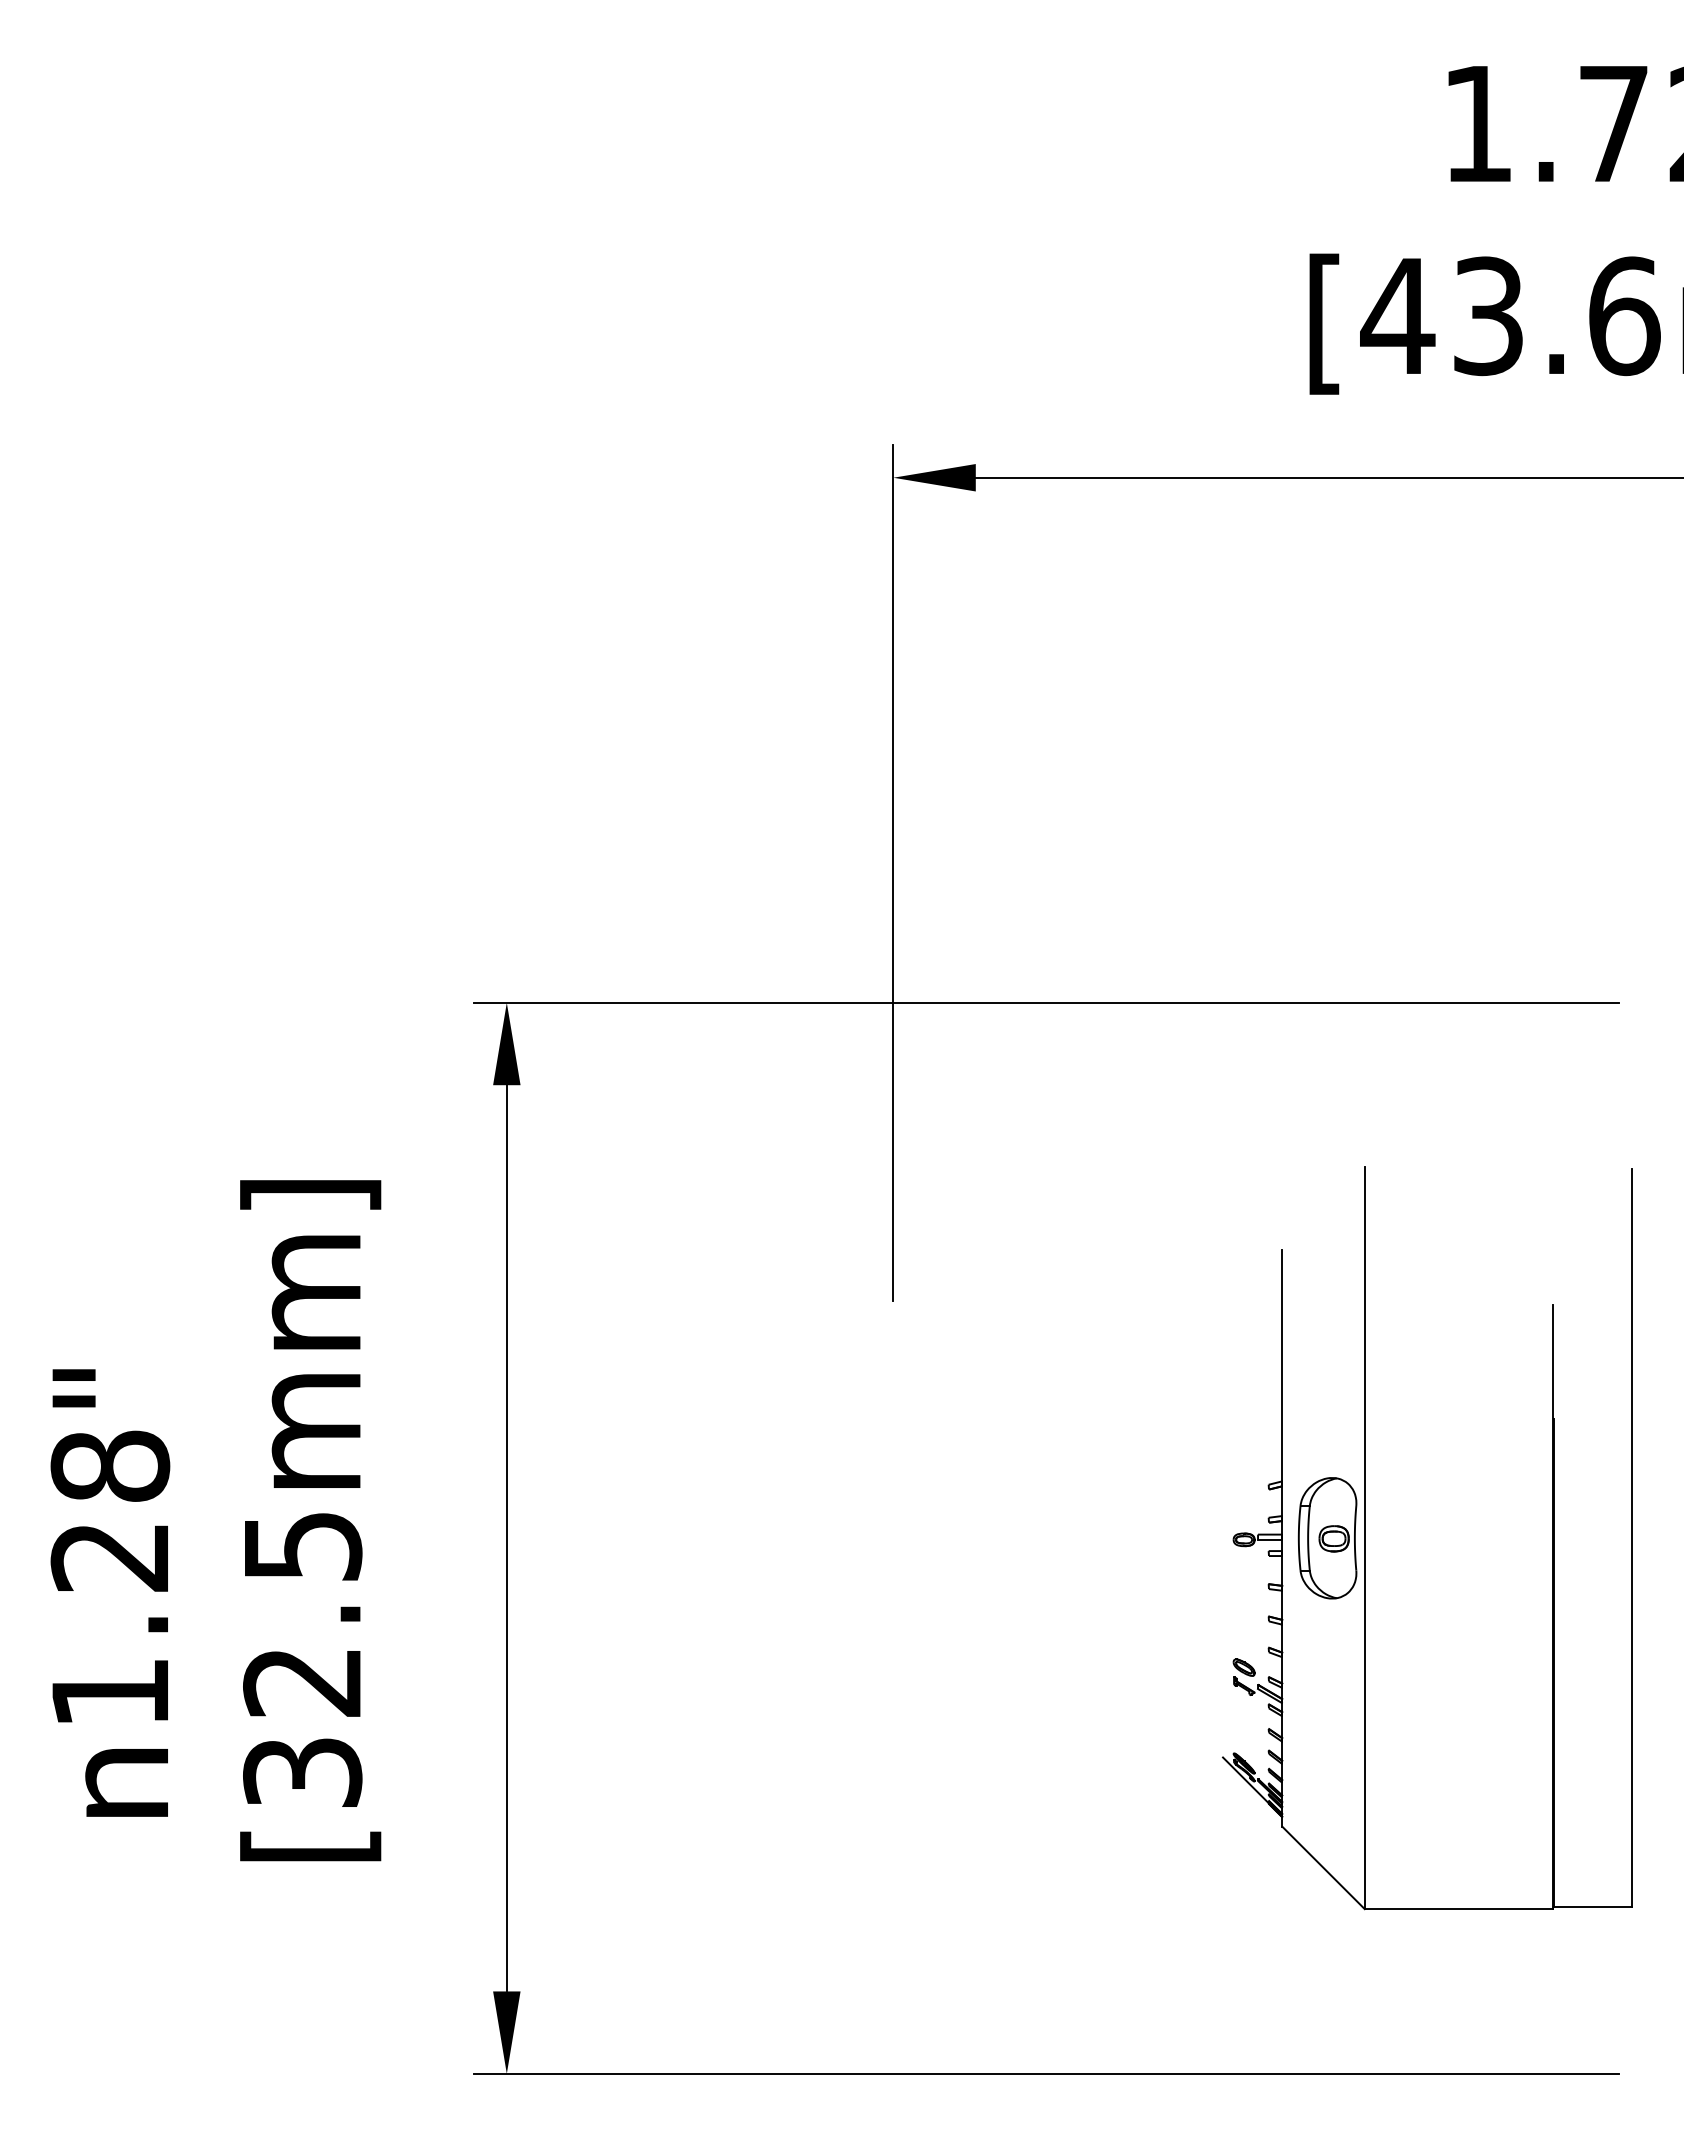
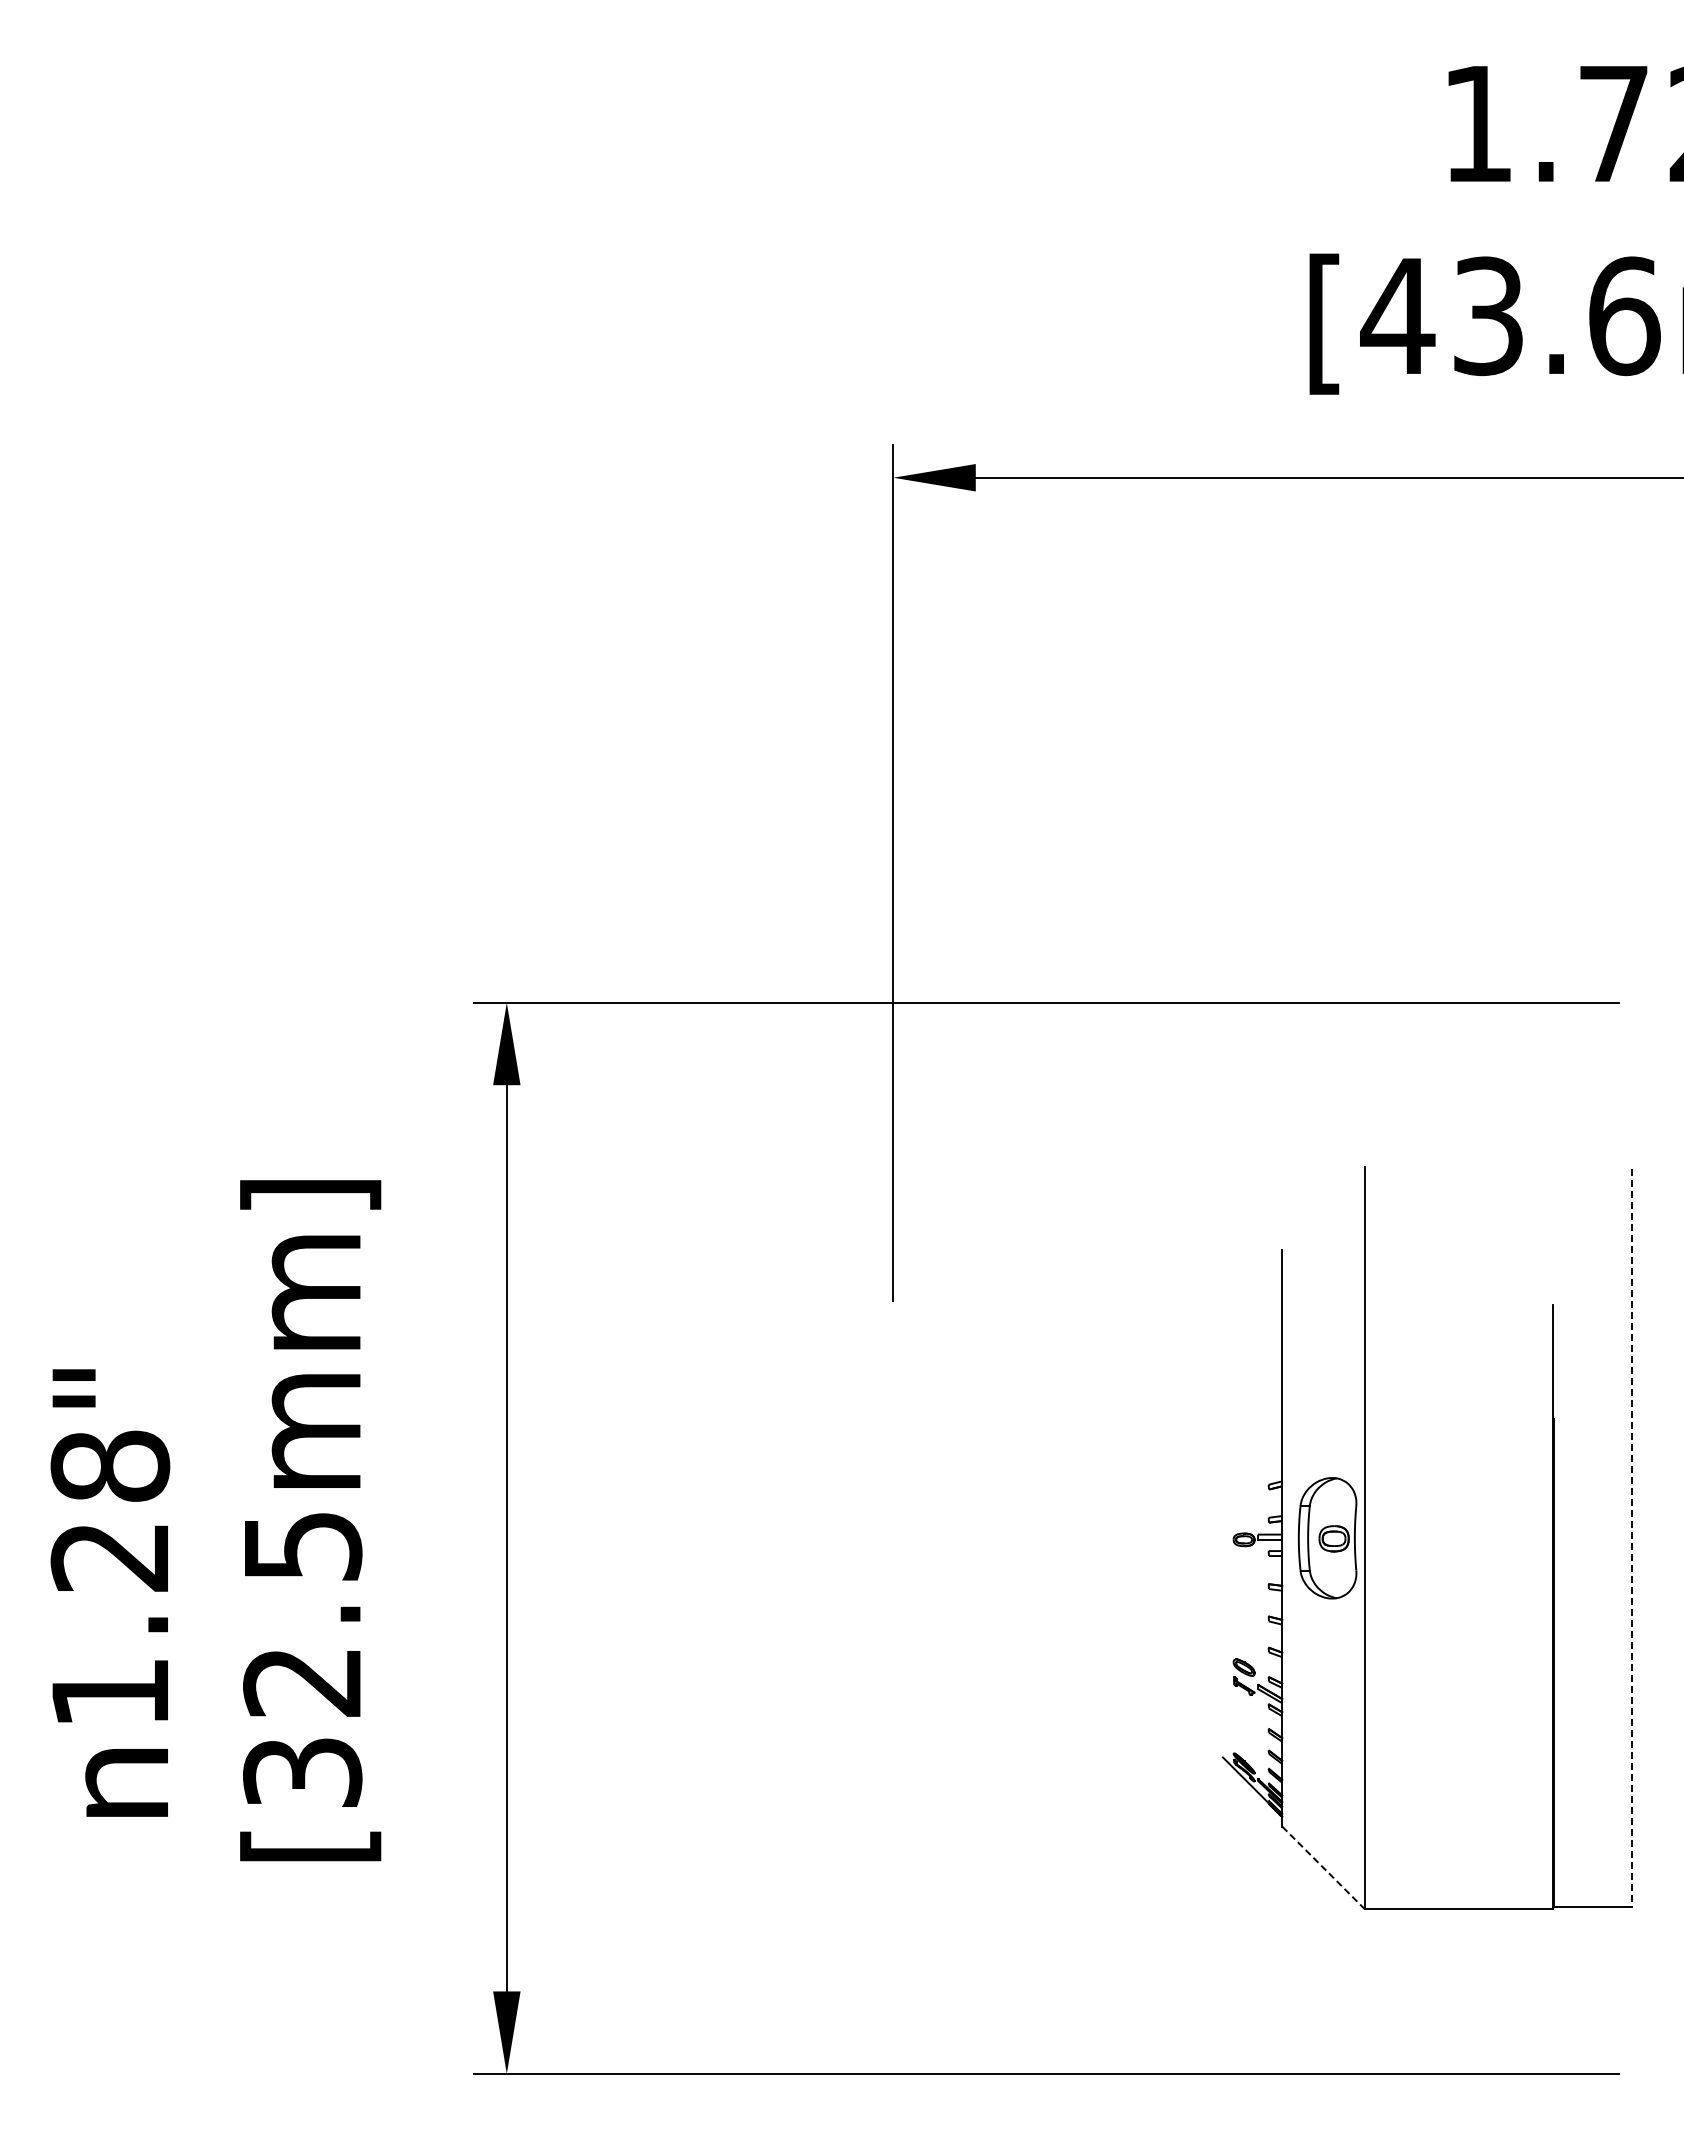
line at (1631, 1538): solid -> dashed
line at (1323, 1868): solid -> dashed
